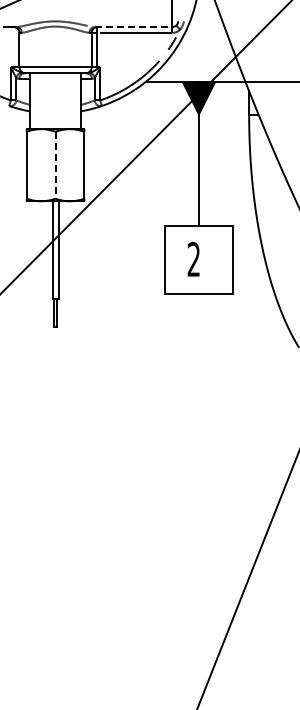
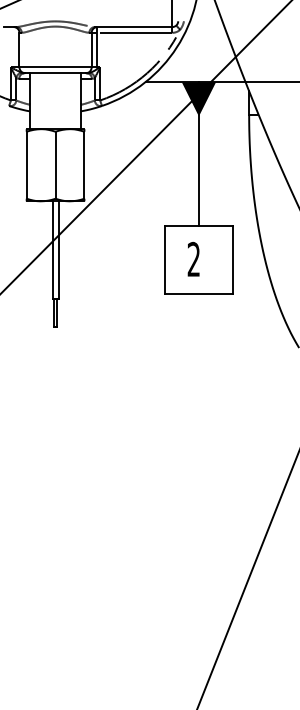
line at (133, 27): dashed -> solid
line at (55, 165): dashed -> solid
